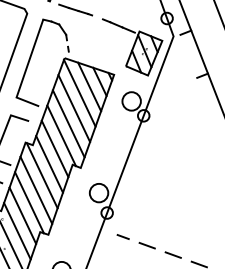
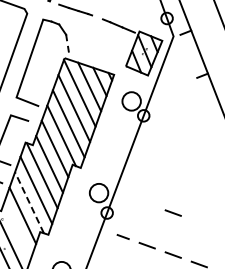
line at (29, 202): solid -> dashed
line at (172, 212): none -> present
line at (17, 231): present -> none
